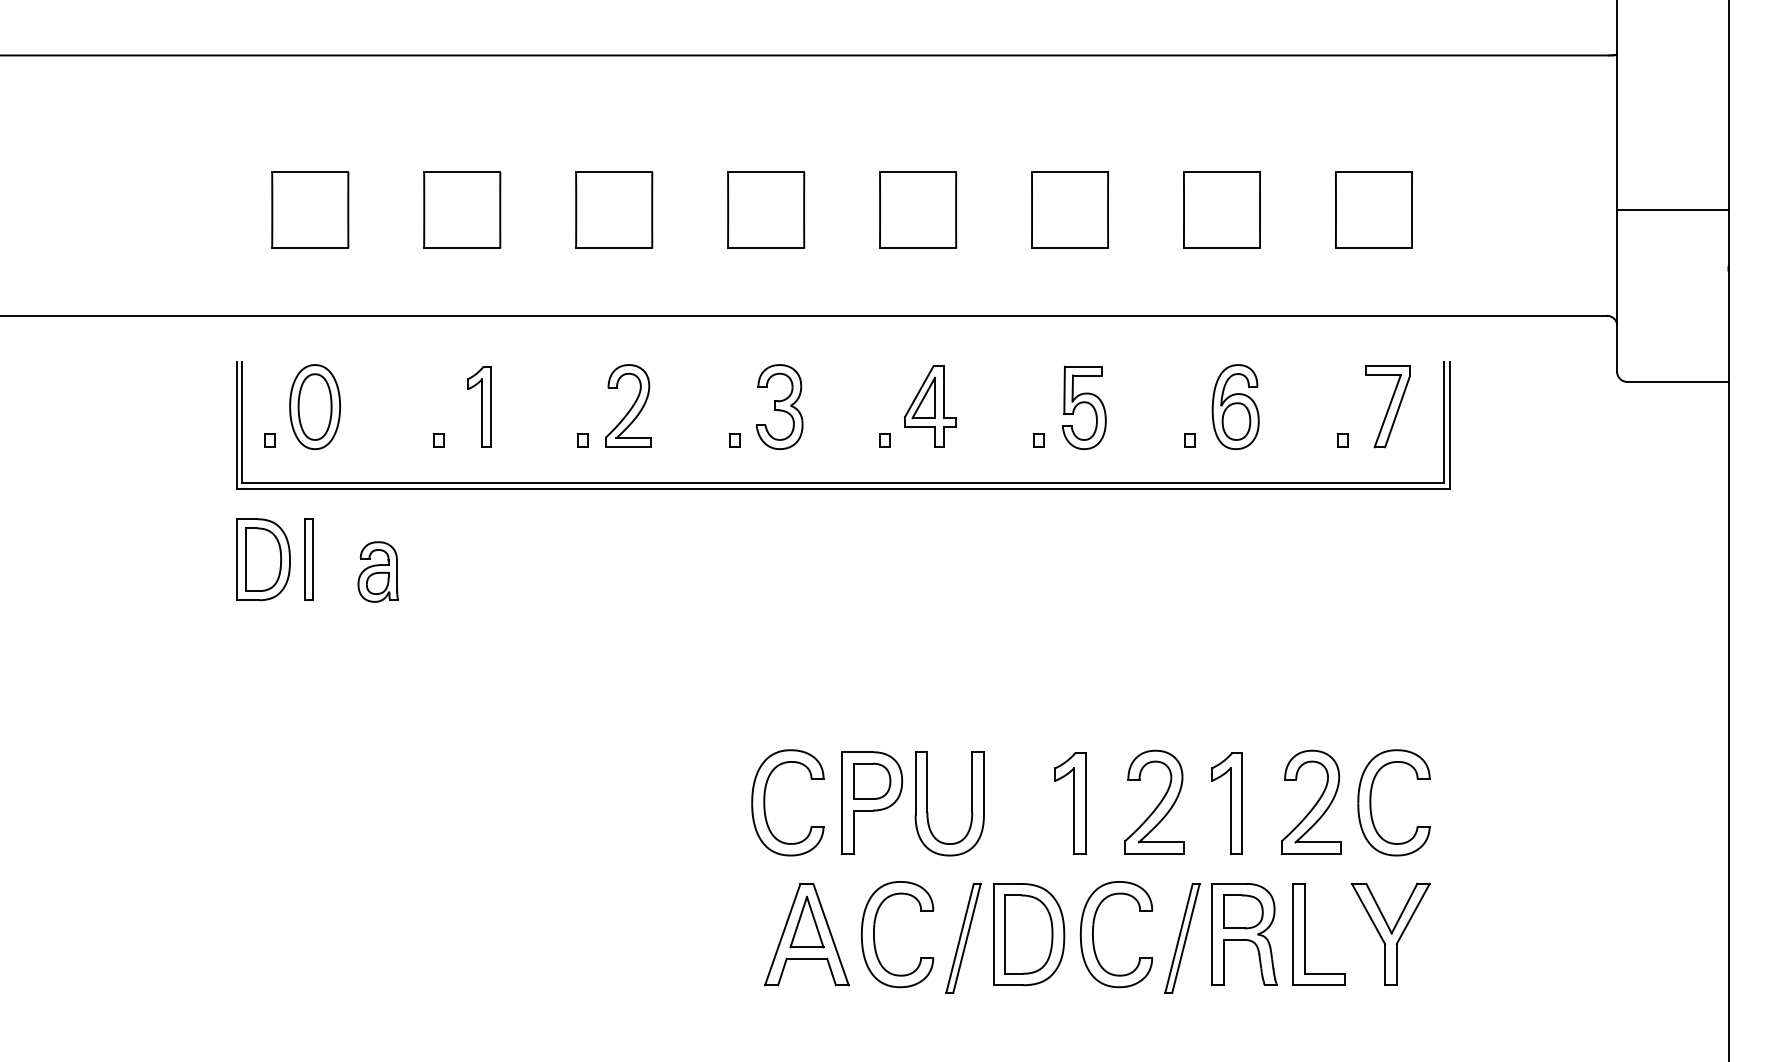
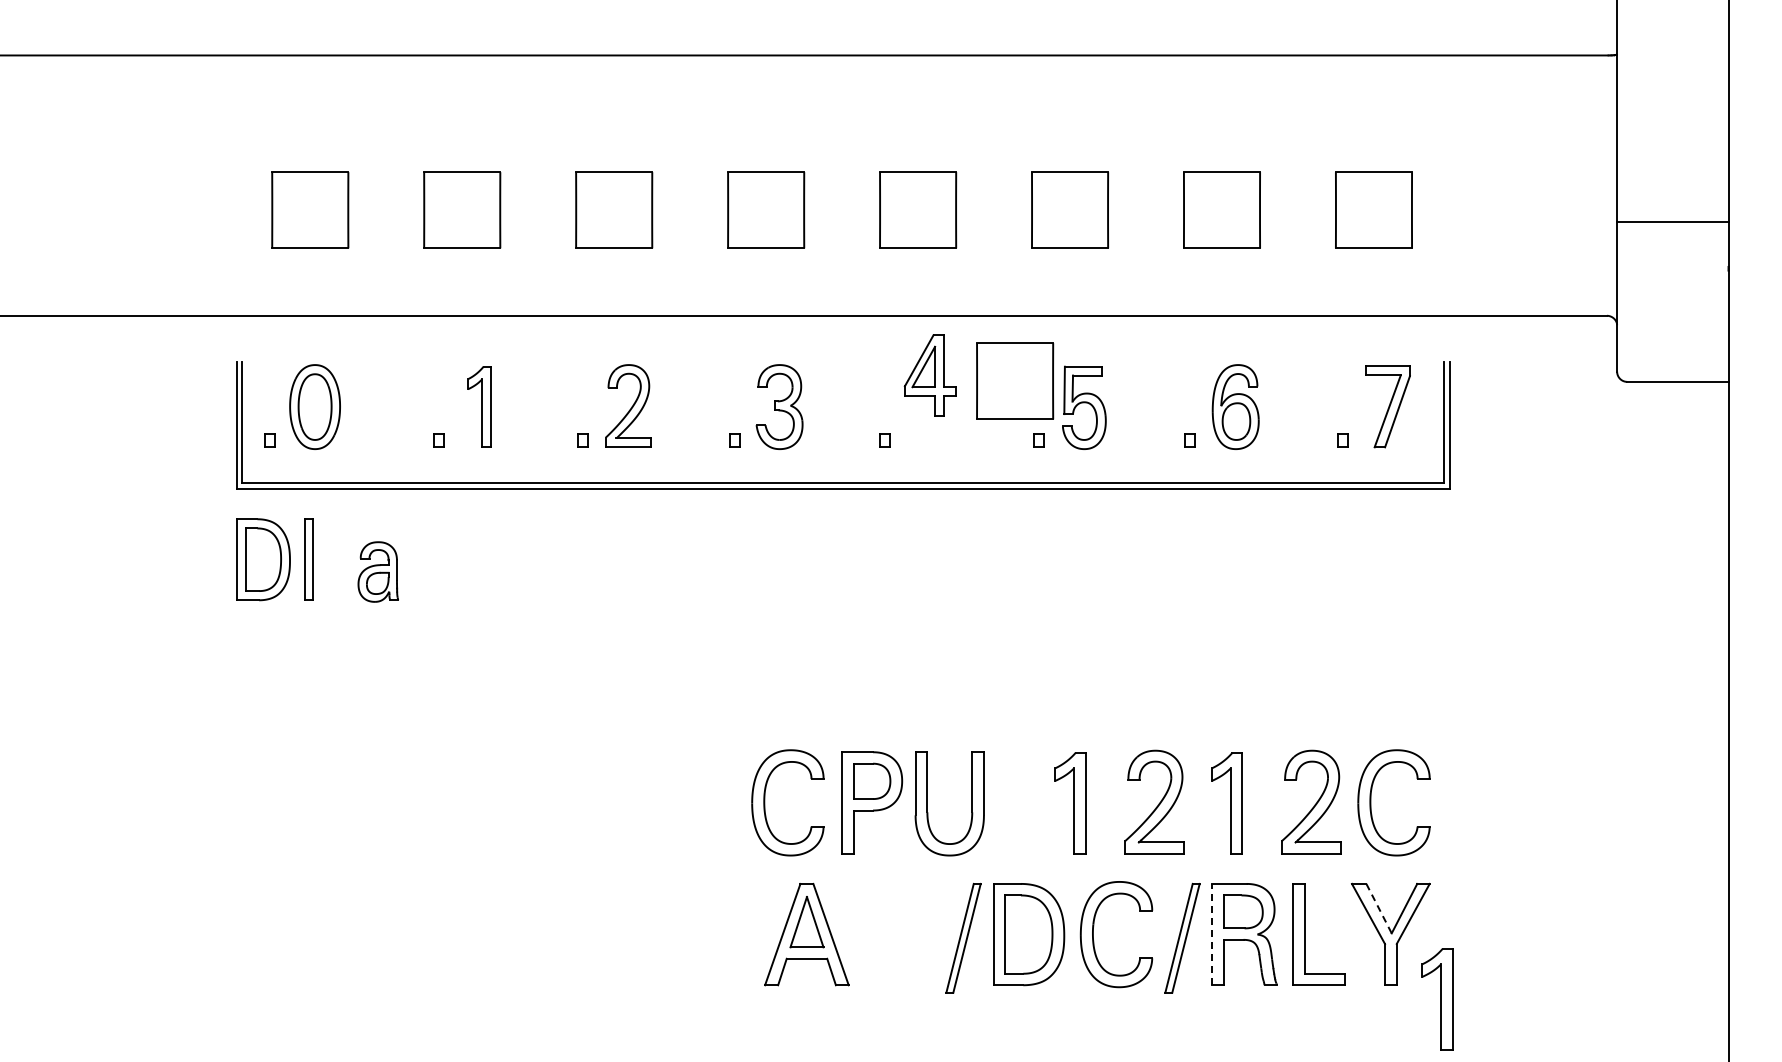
line at (1672, 210) position: (1672, 210) -> (1672, 222)
part at (1015, 380): none -> present
part at (929, 406) position: (929, 406) -> (929, 375)
line at (1379, 908): solid -> dashed
line at (1212, 934): solid -> dashed
part at (875, 940): present -> none
part at (1437, 999): none -> present
